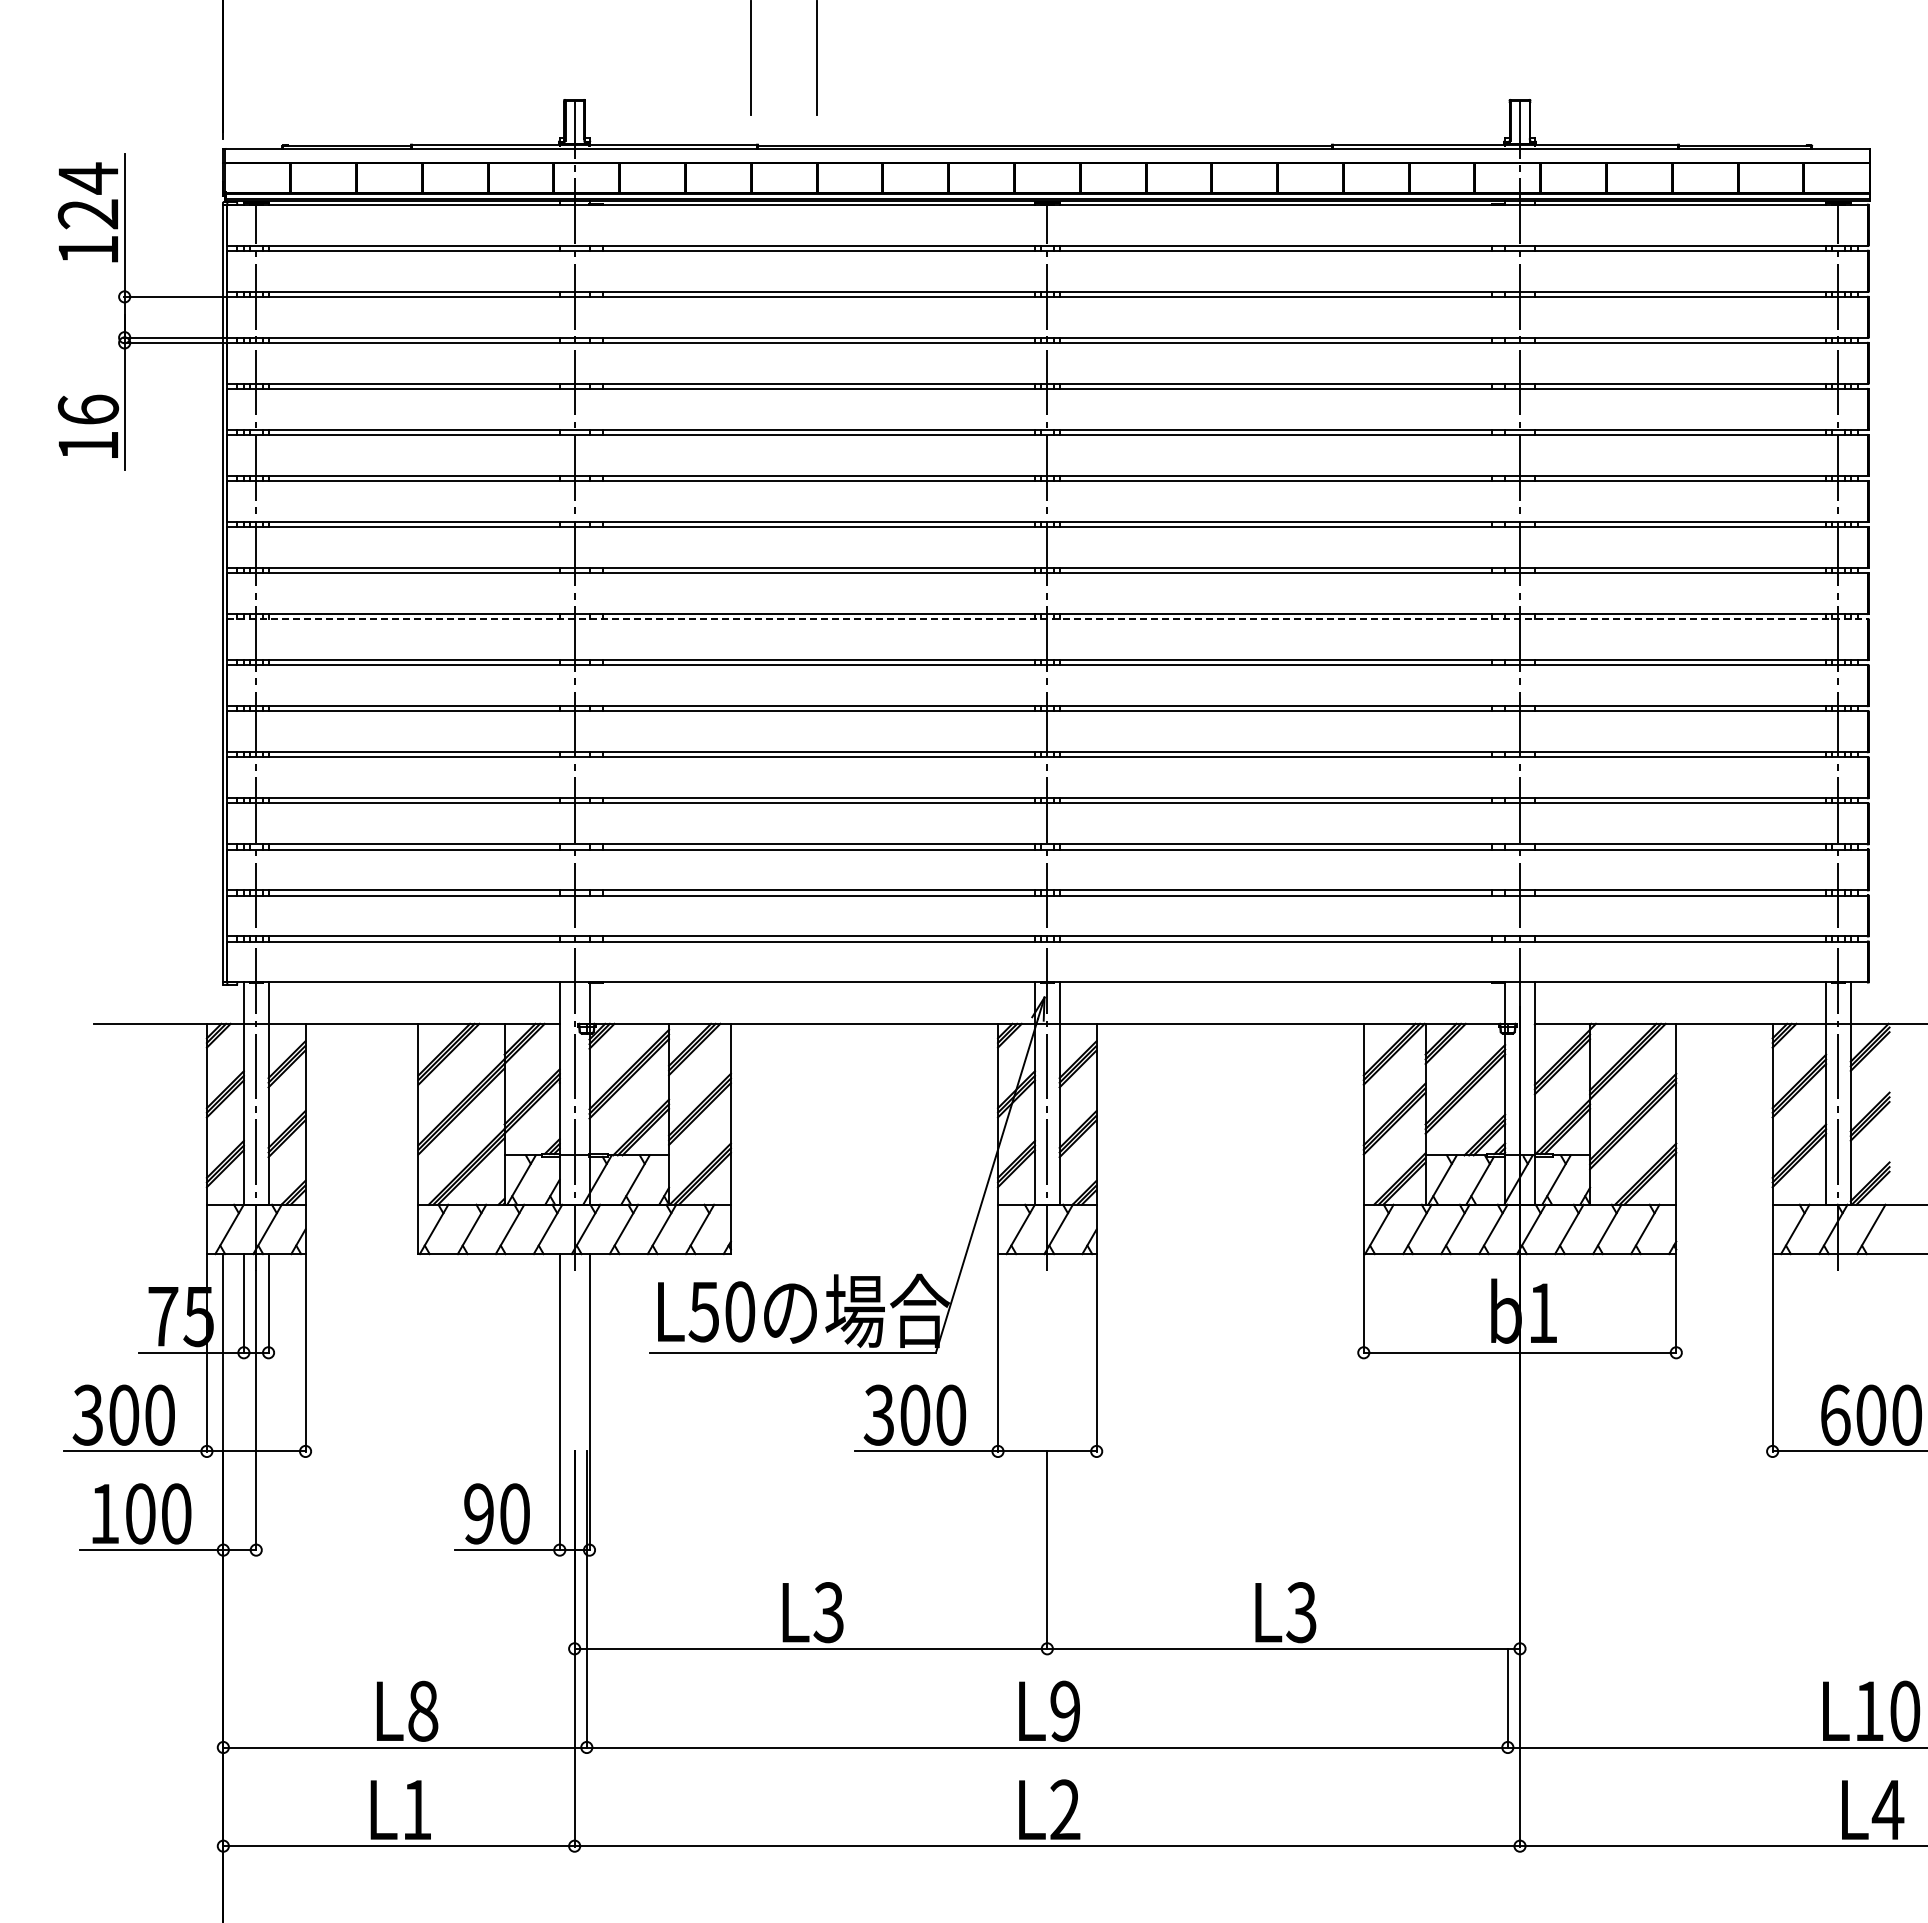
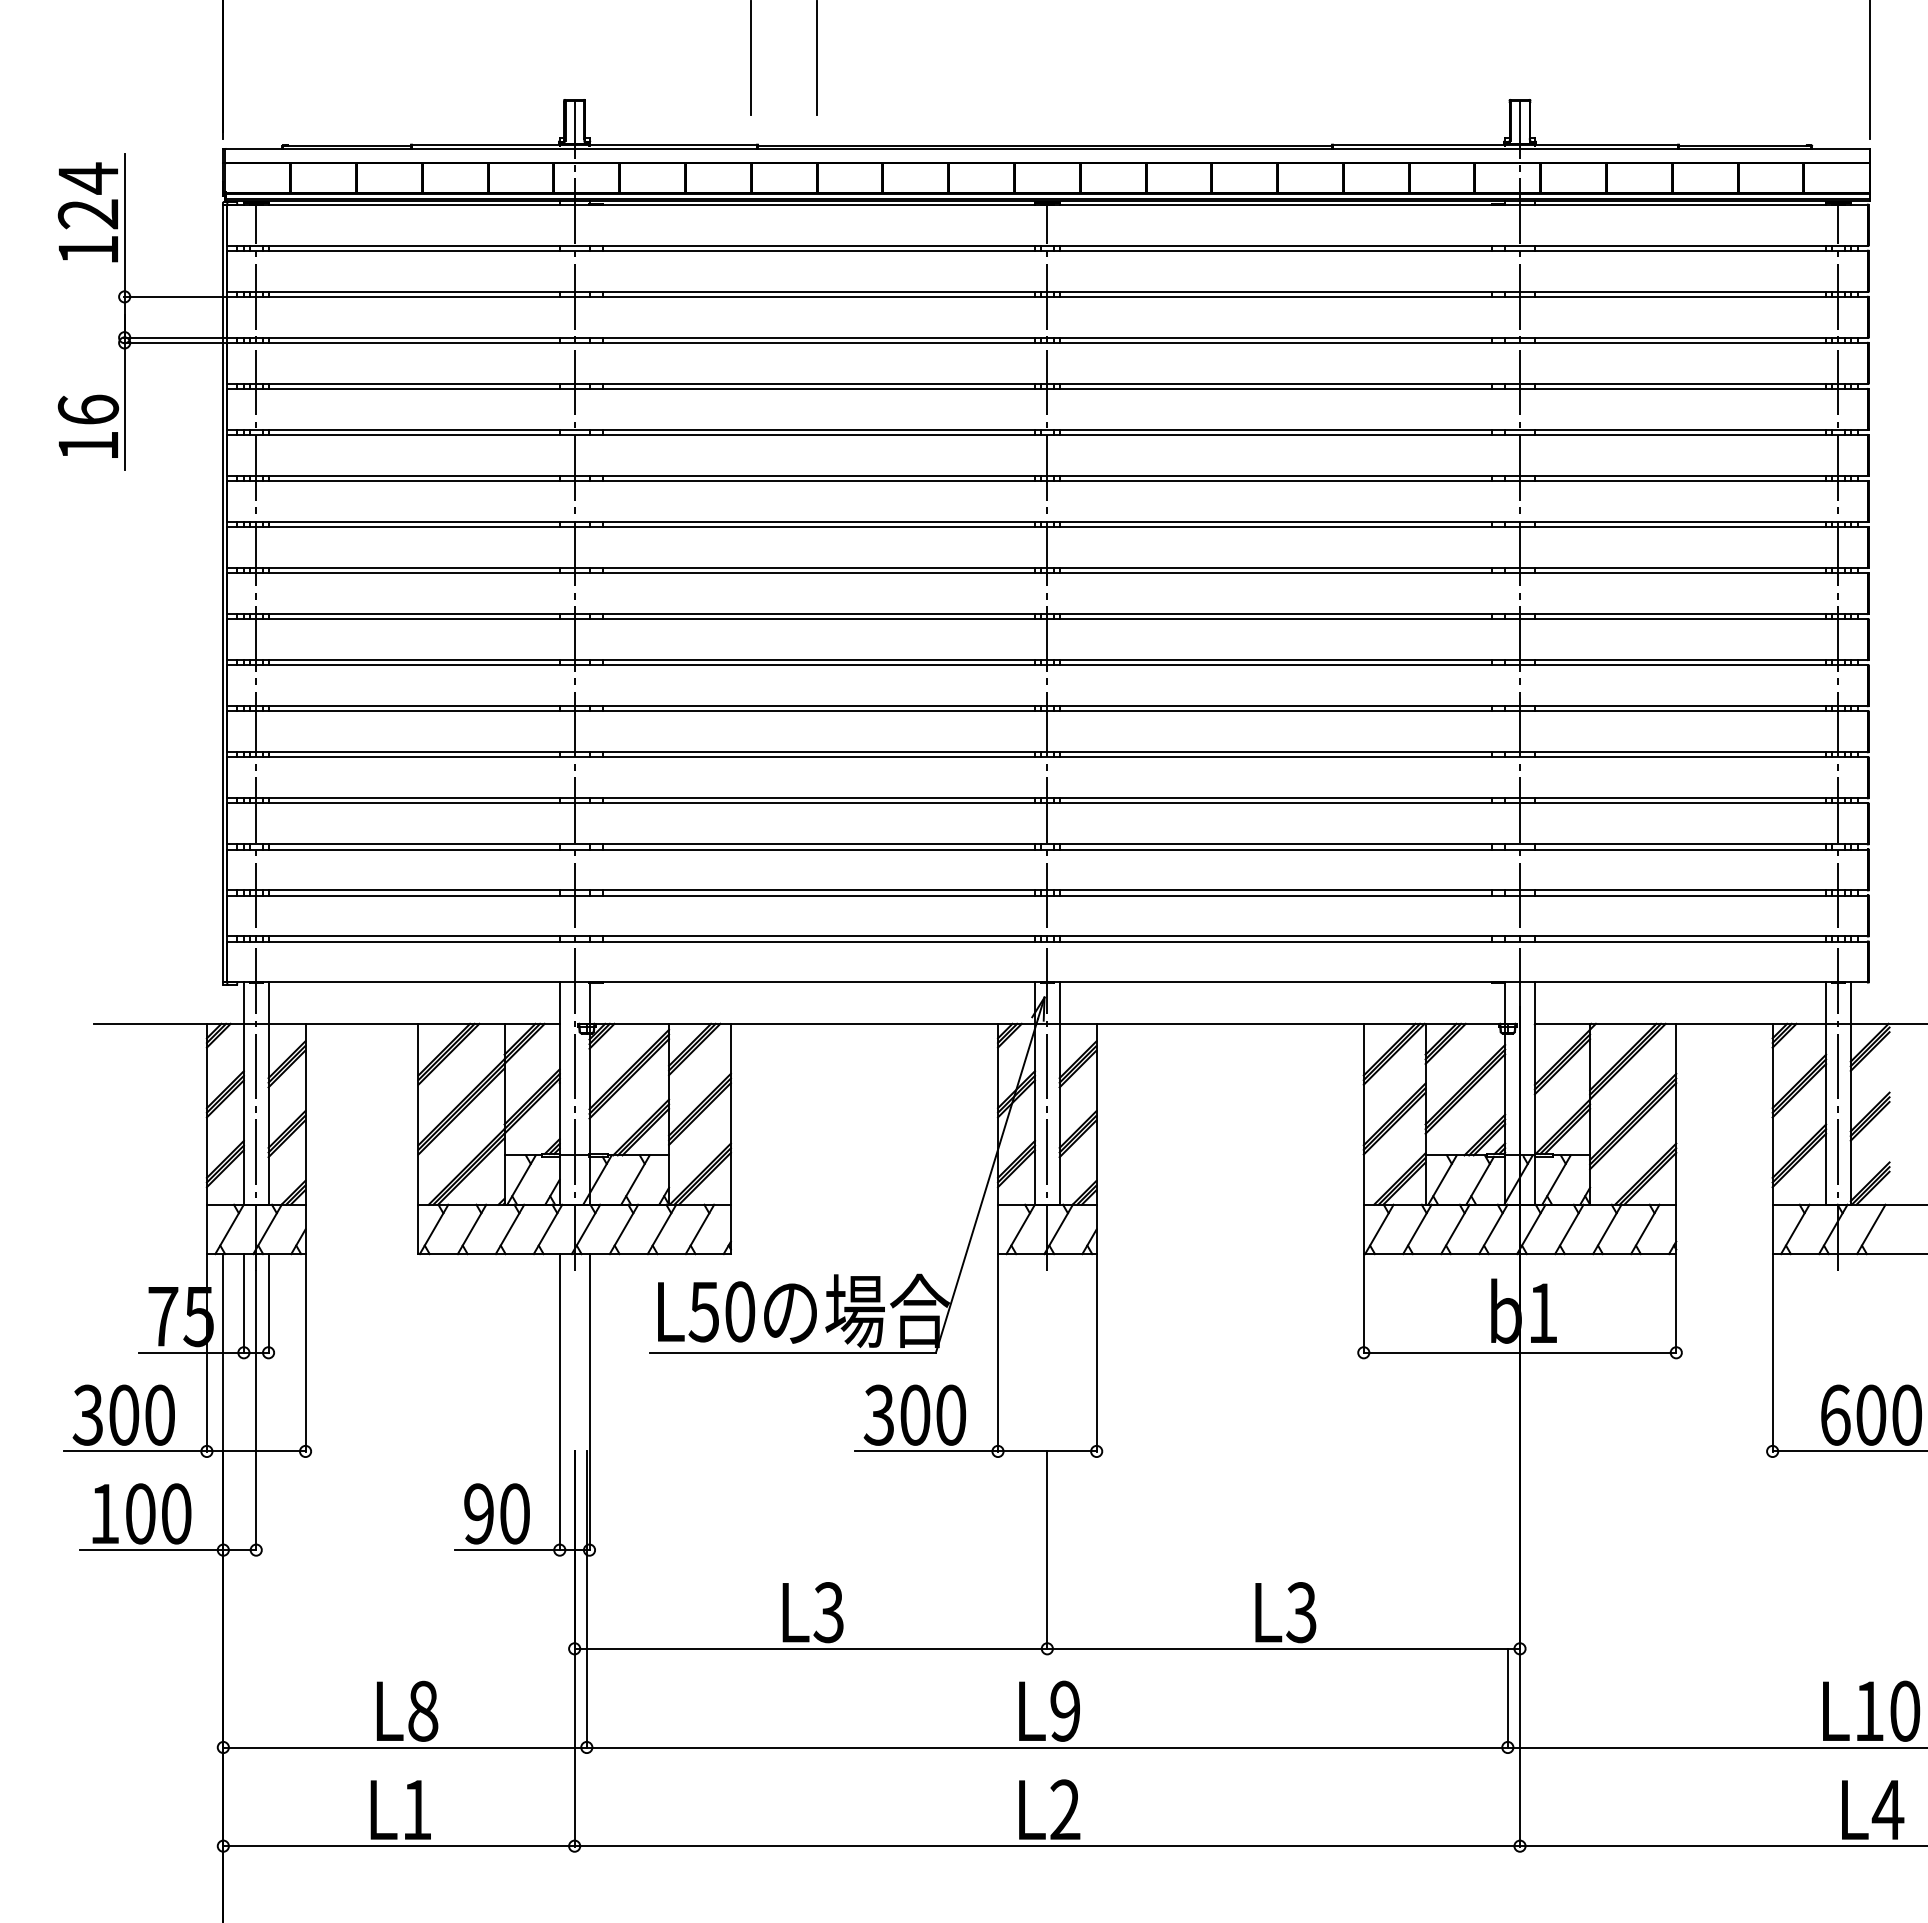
line at (1869, 70): none -> present
line at (1047, 619): dashed -> solid
